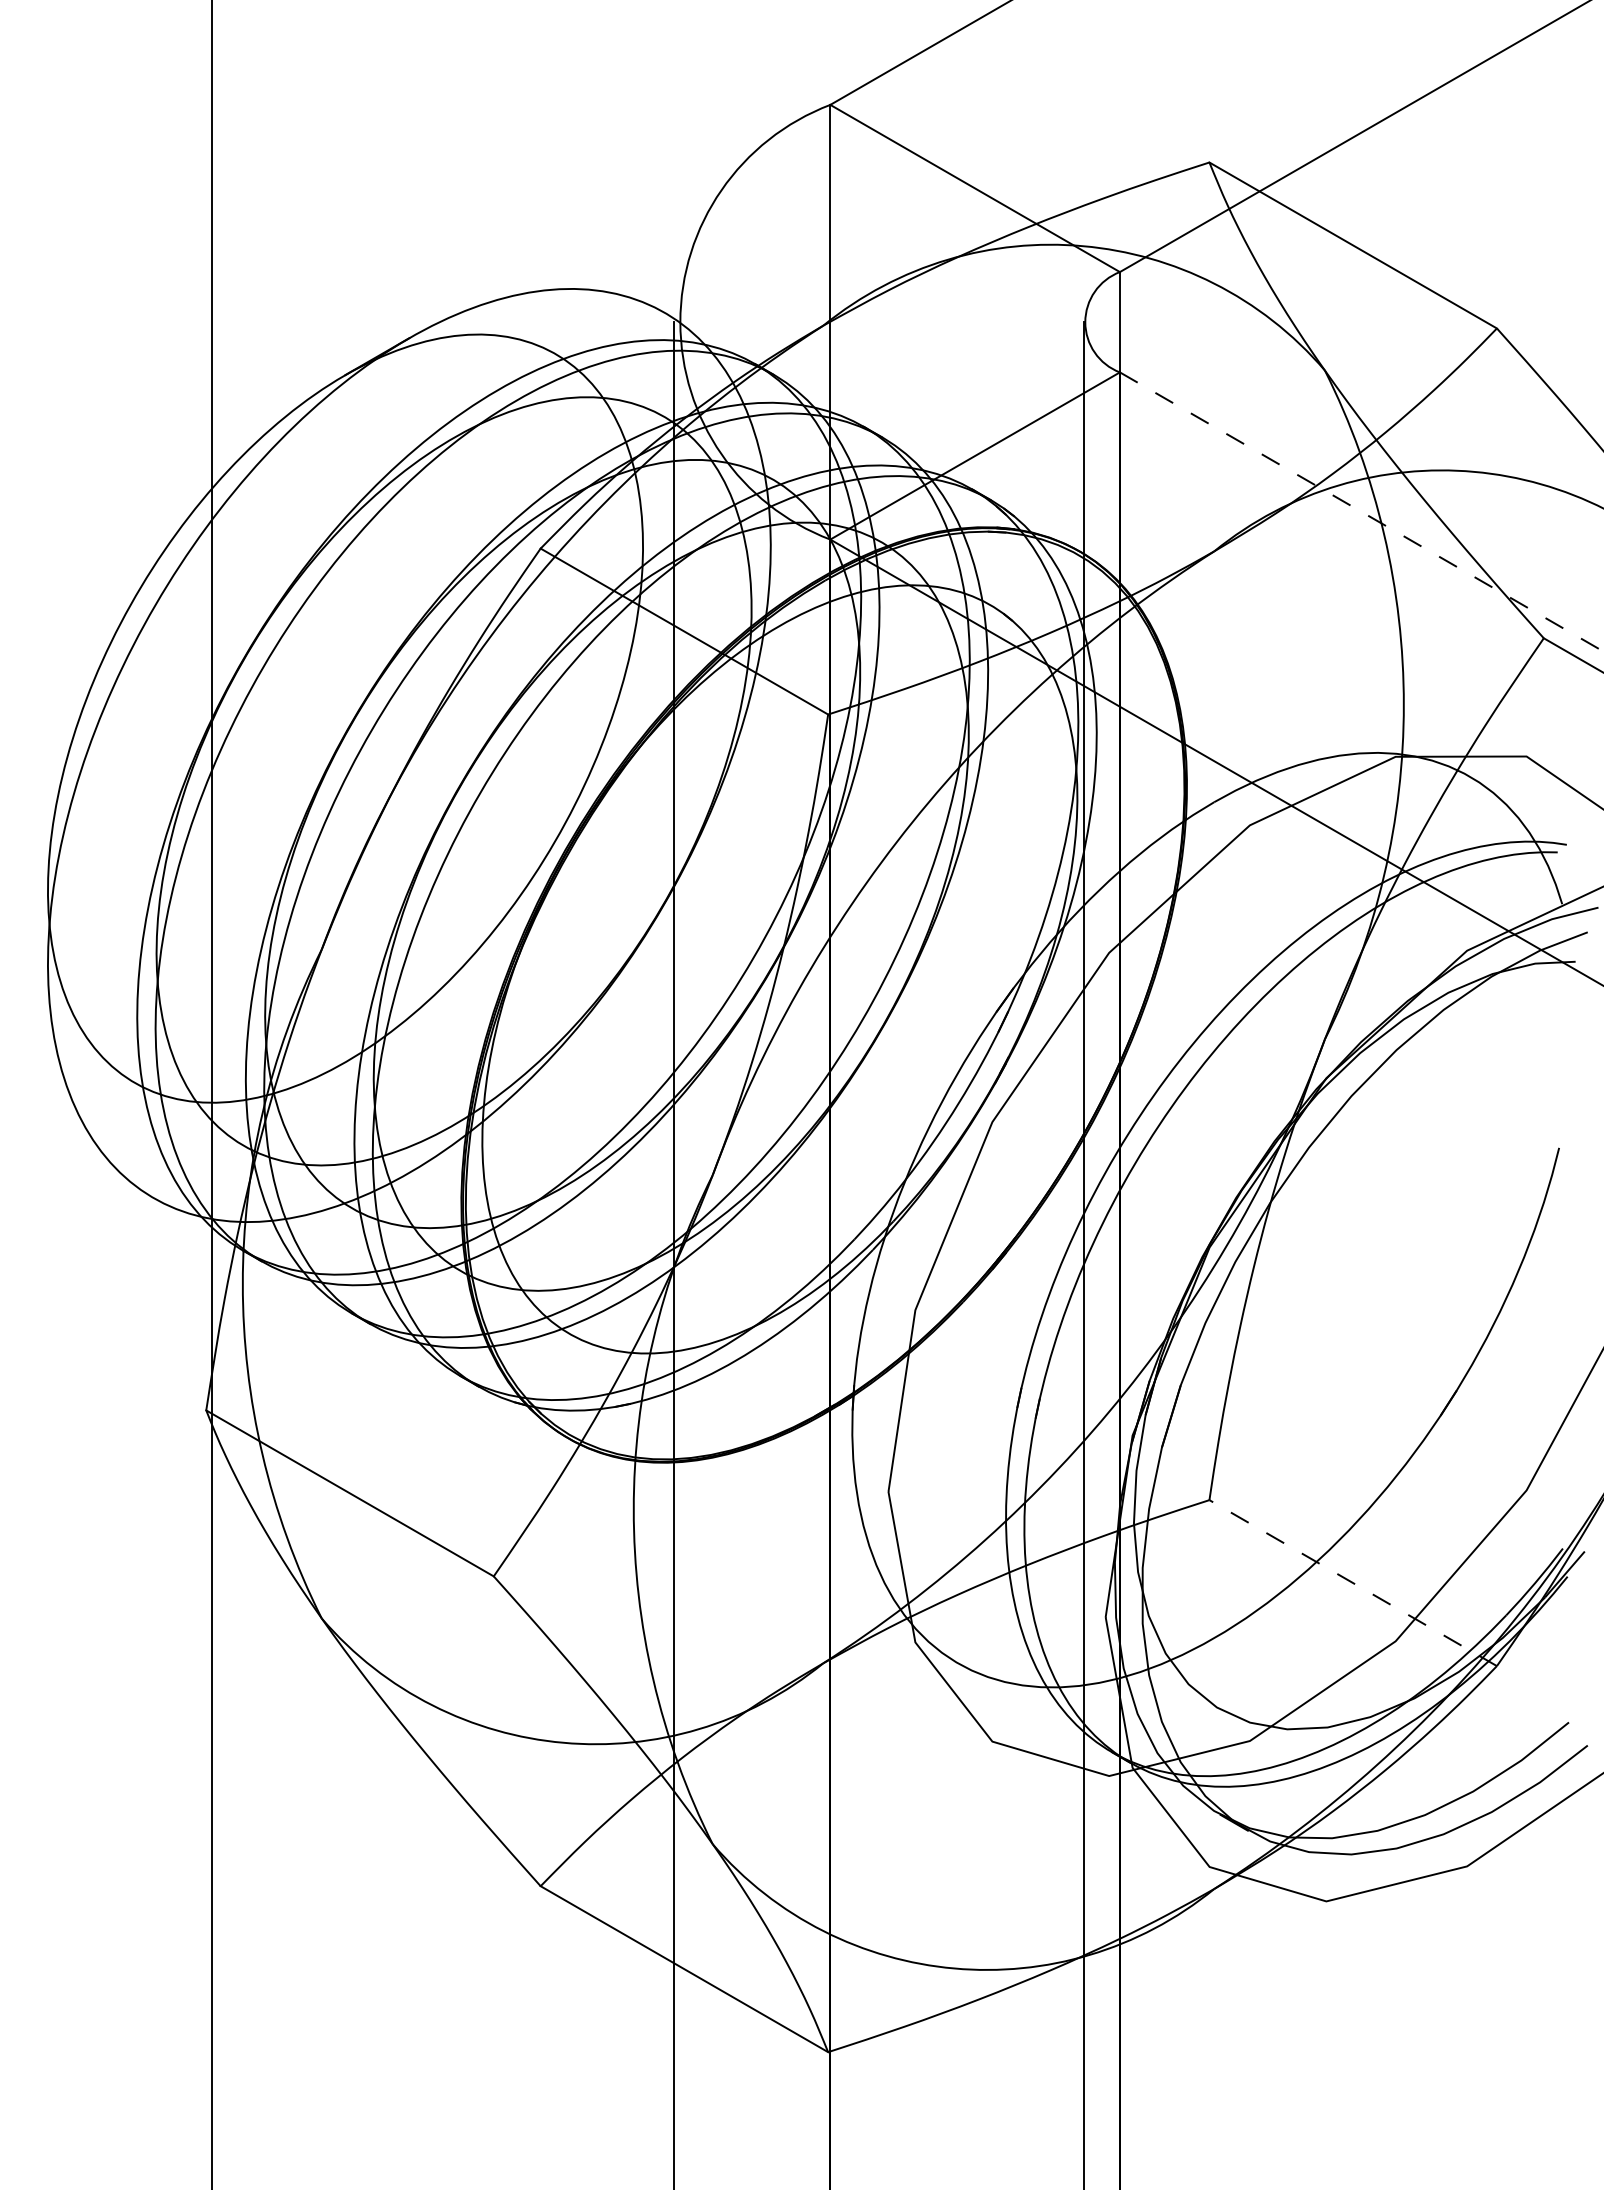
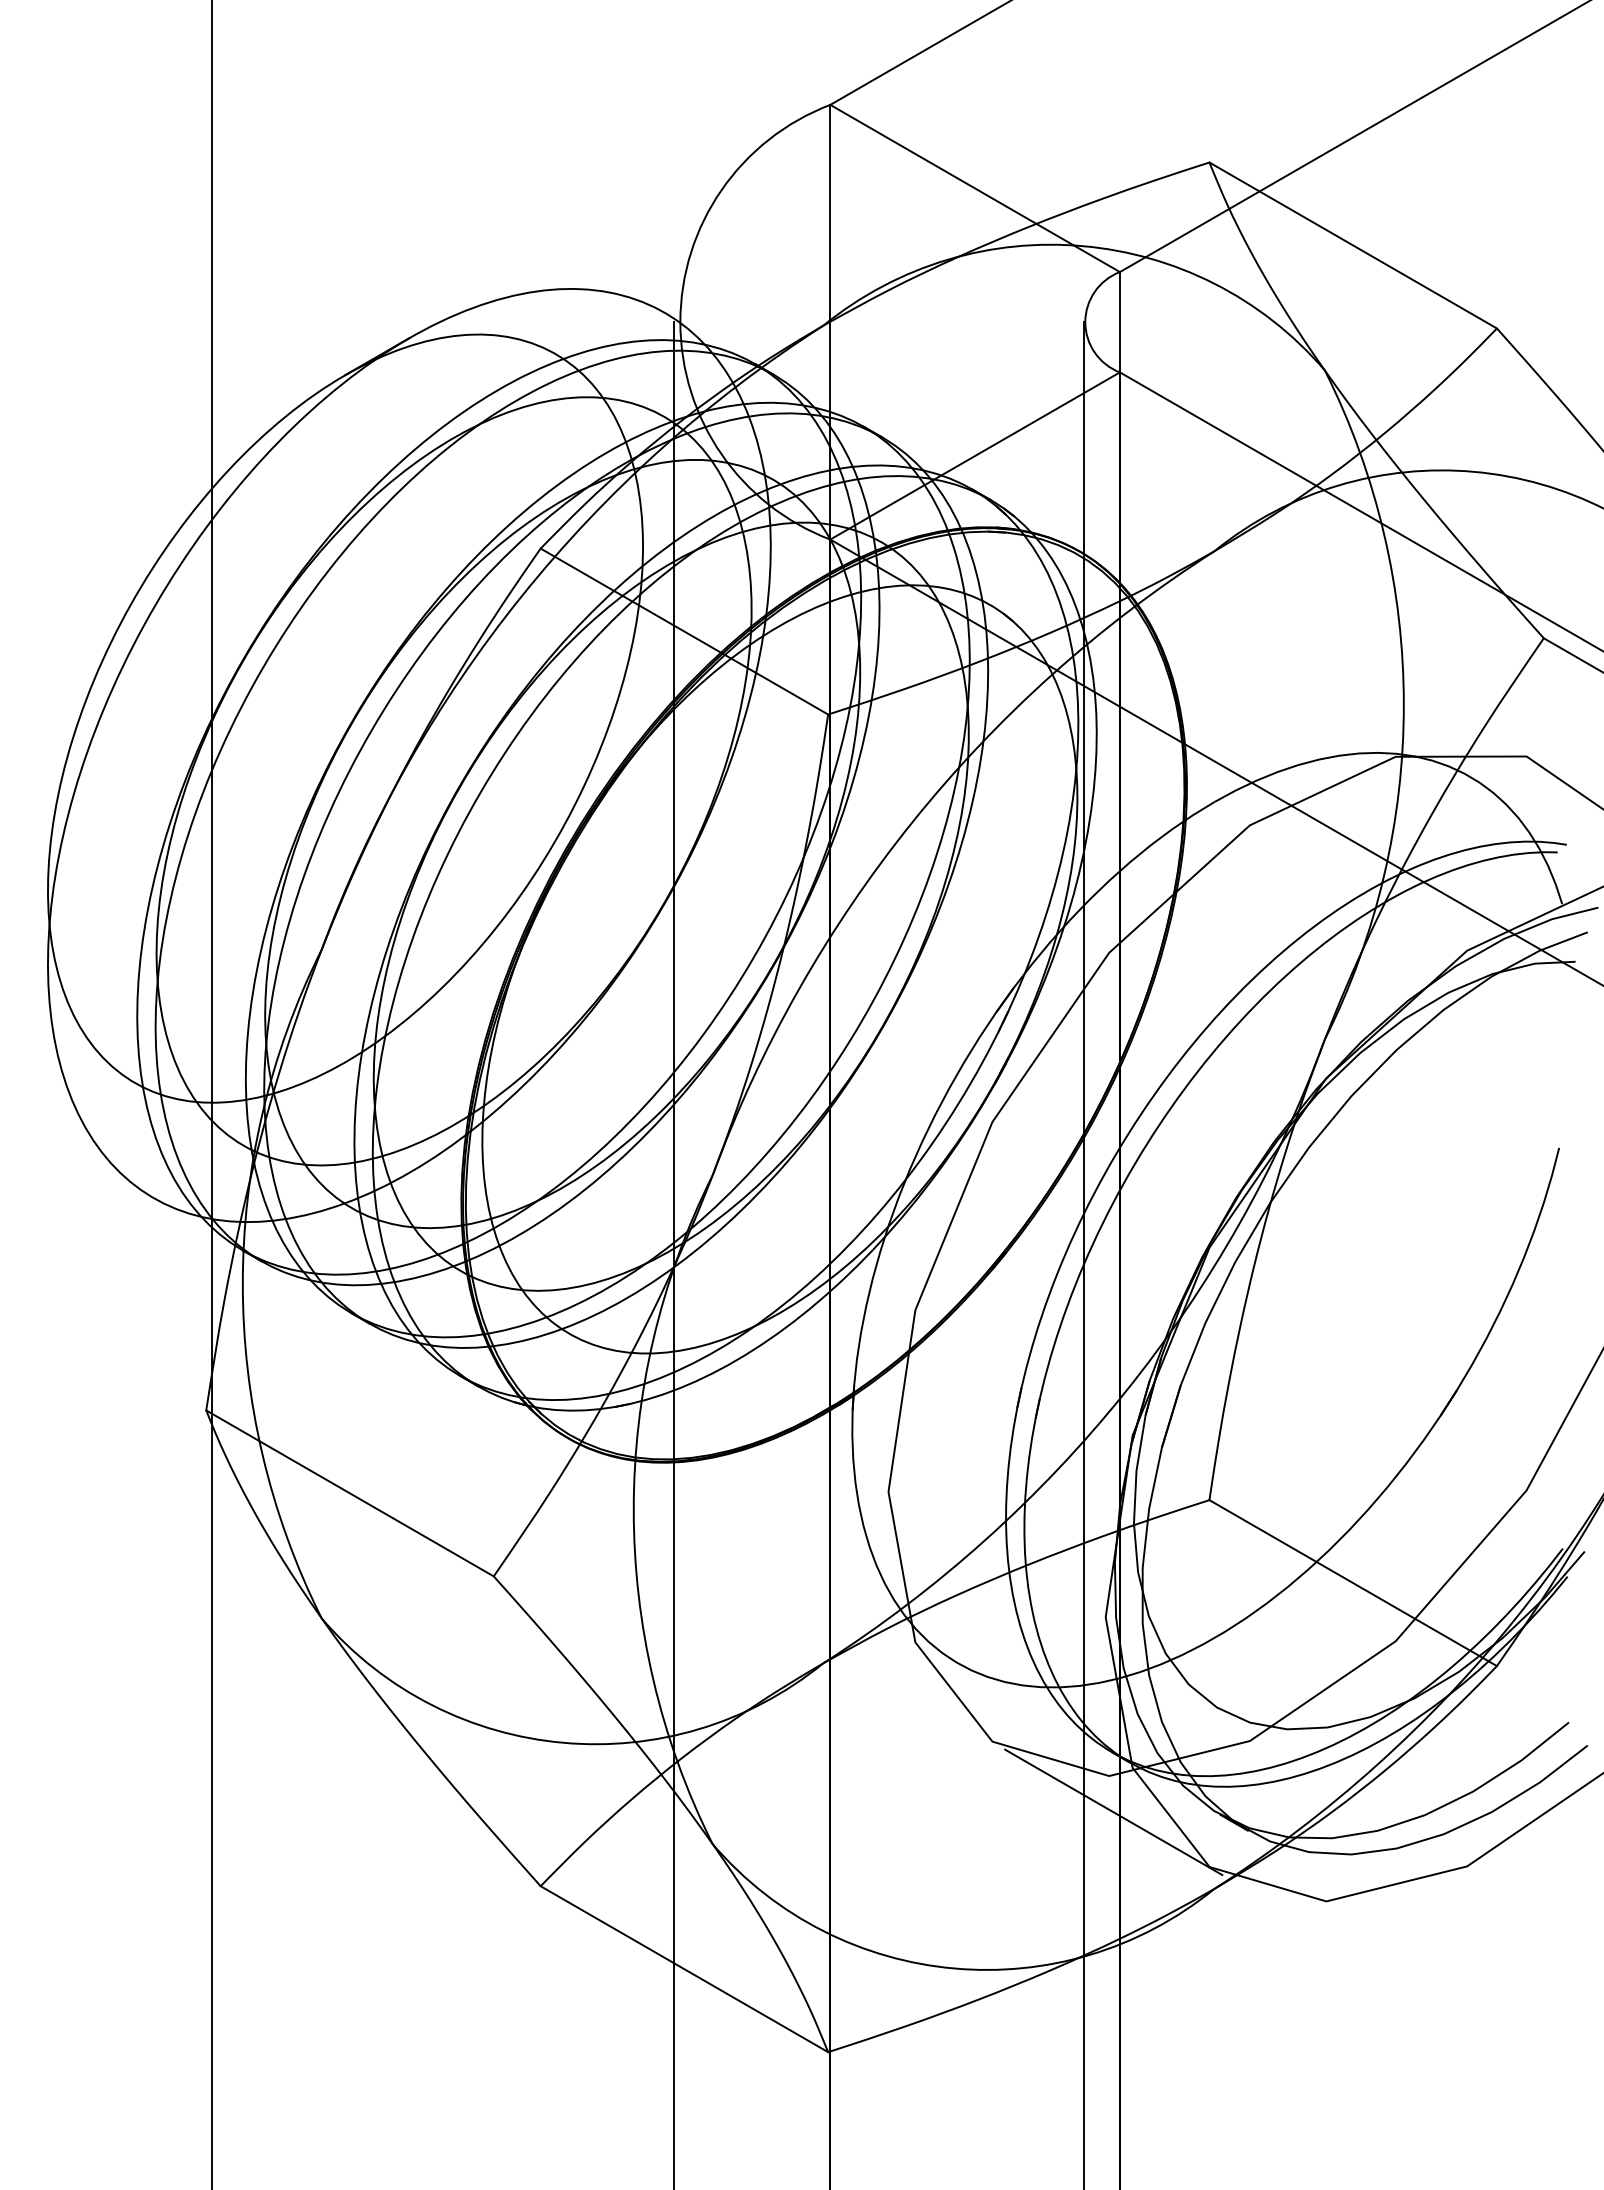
line at (1362, 512): dashed -> solid
line at (1353, 1583): dashed -> solid
line at (1113, 1812): none -> present
